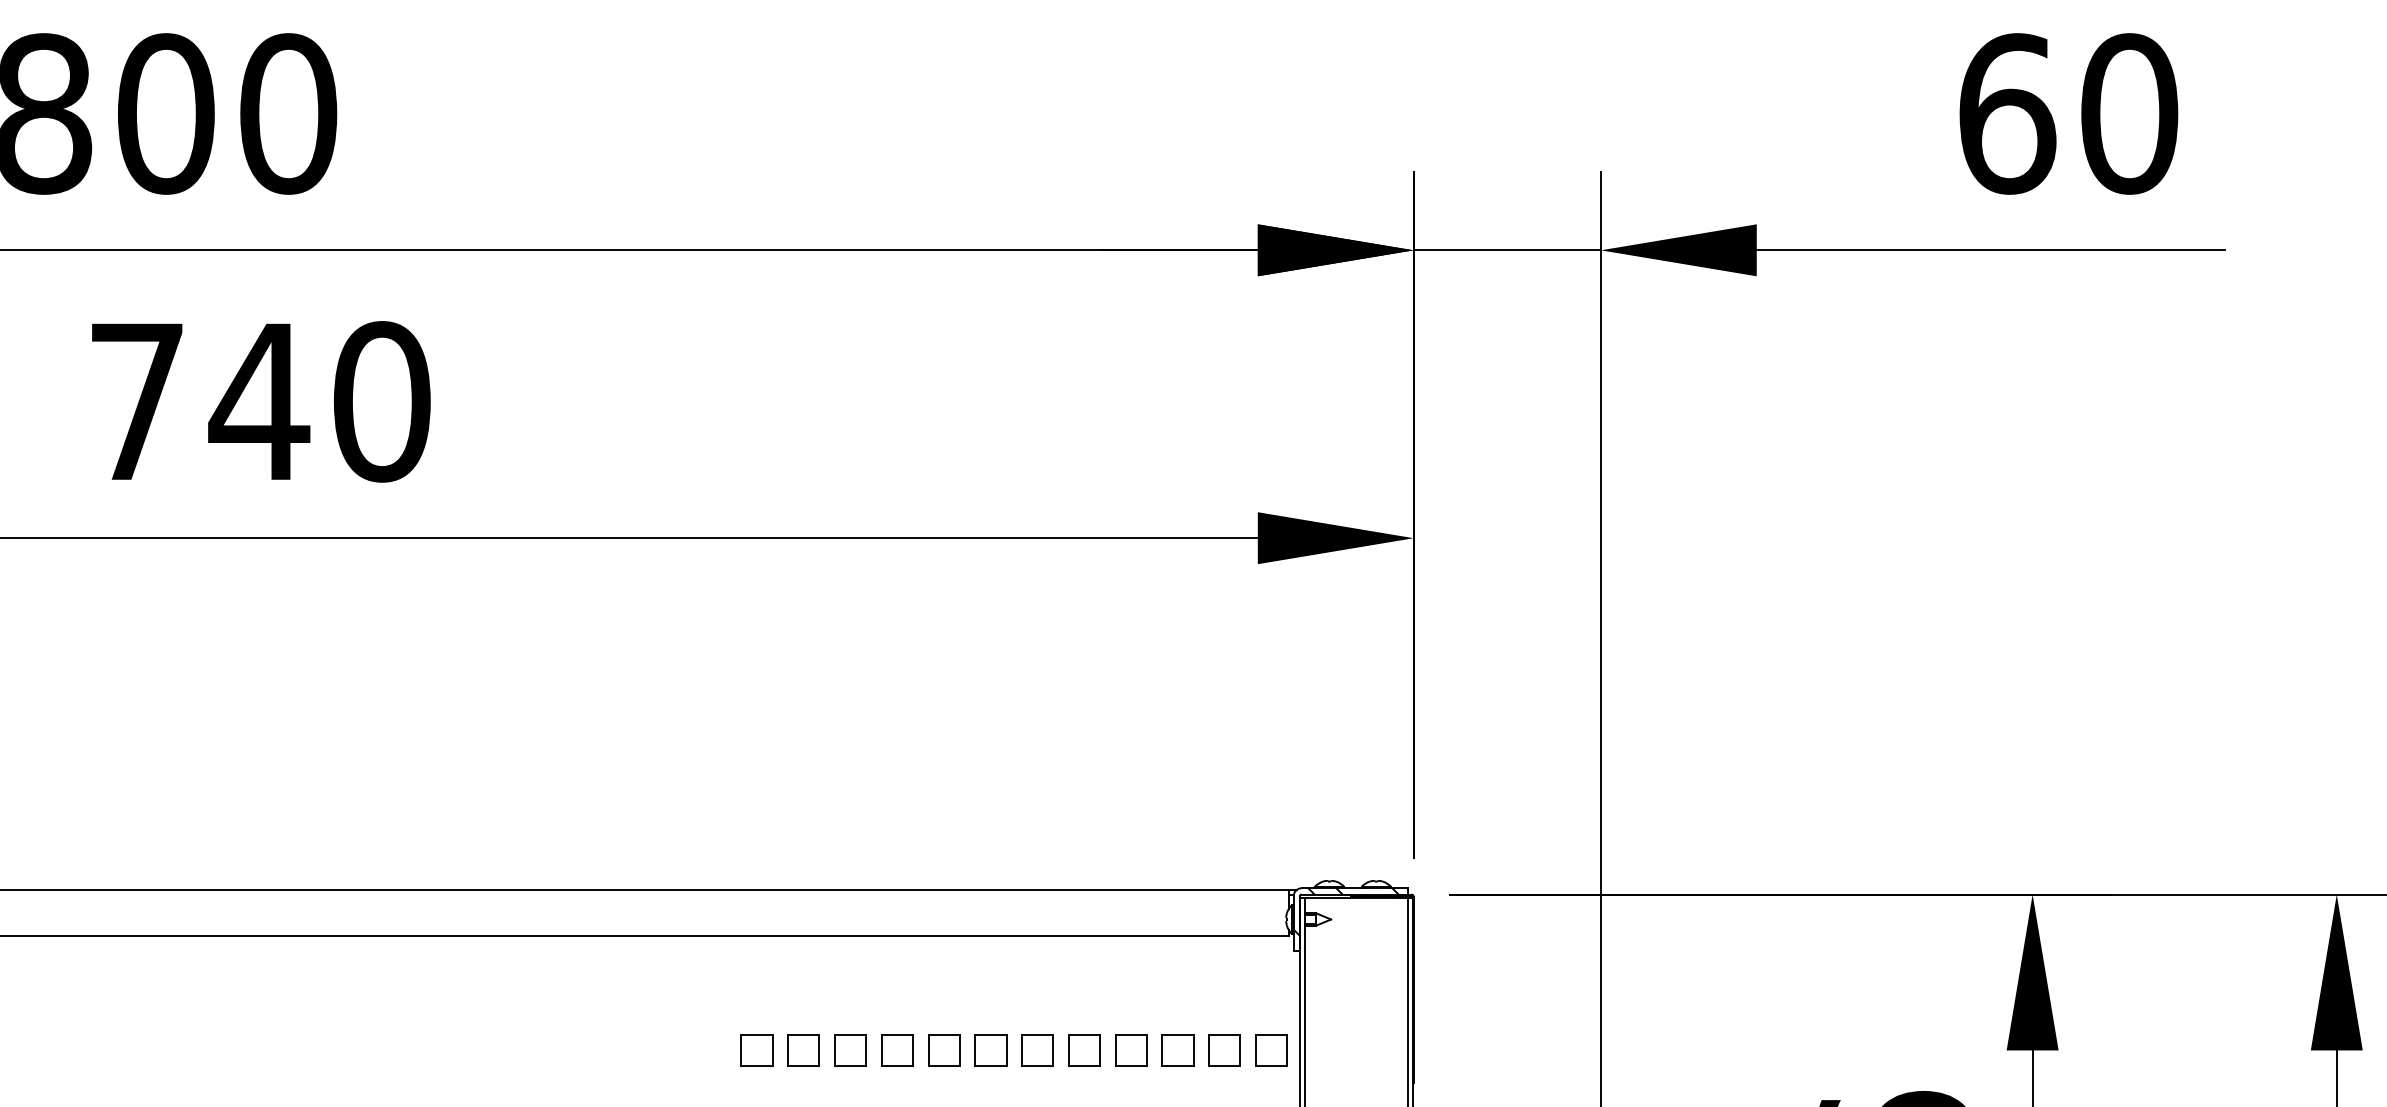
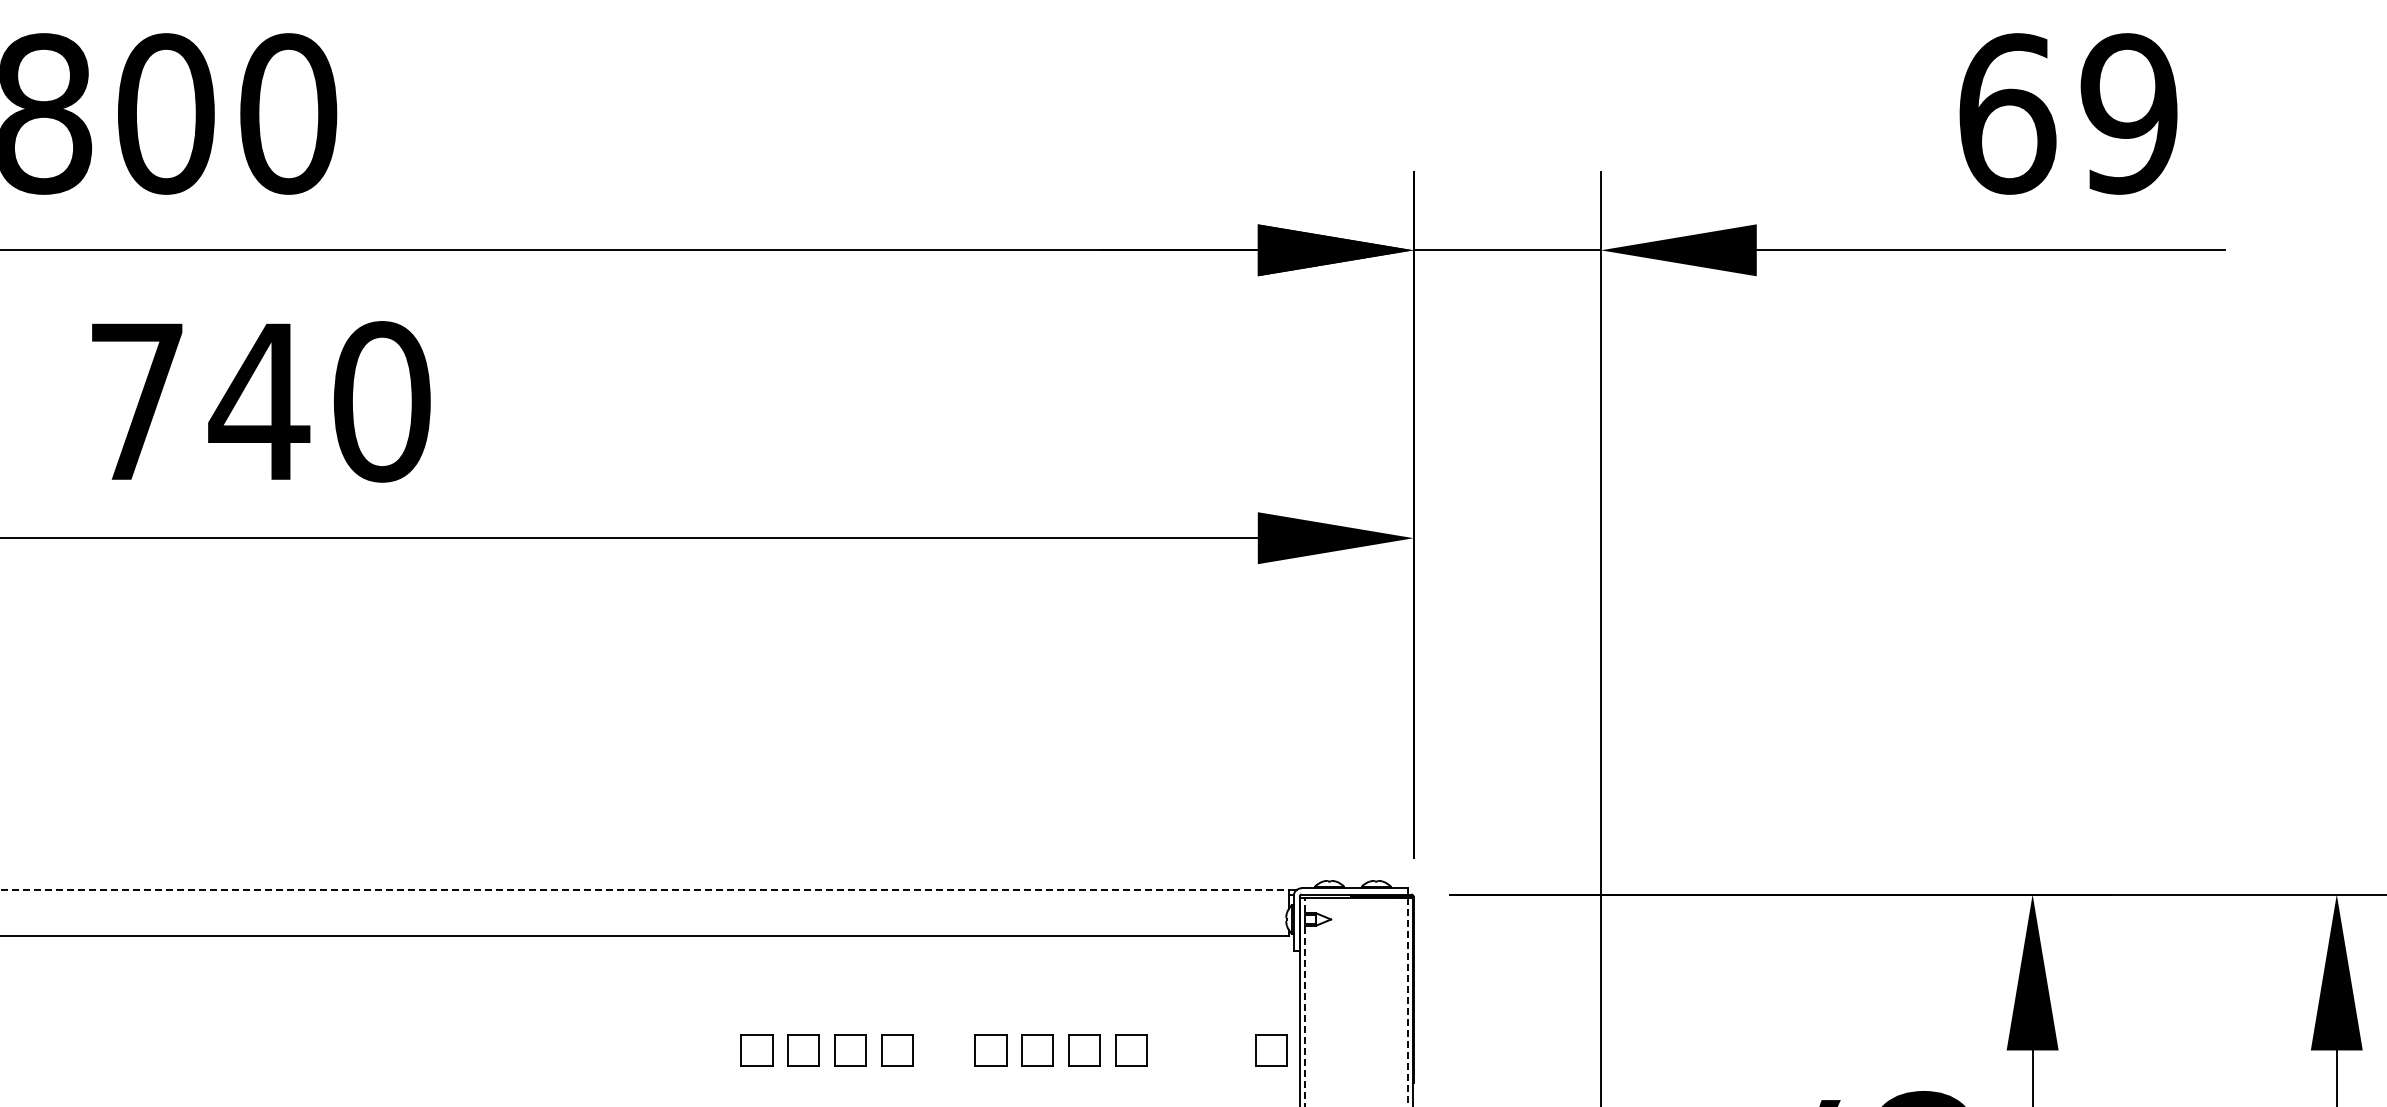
text at (2129, 113): 60 -> 69
line at (645, 889): solid -> dashed
hatch at (1345, 911): present -> none
line at (1305, 1001): solid -> dashed
line at (1407, 1002): solid -> dashed
part at (944, 1050): present -> none
part at (1177, 1050): present -> none
part at (1224, 1050): present -> none
